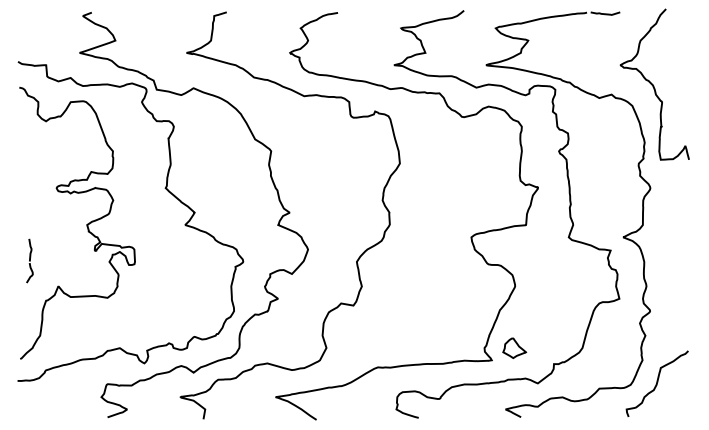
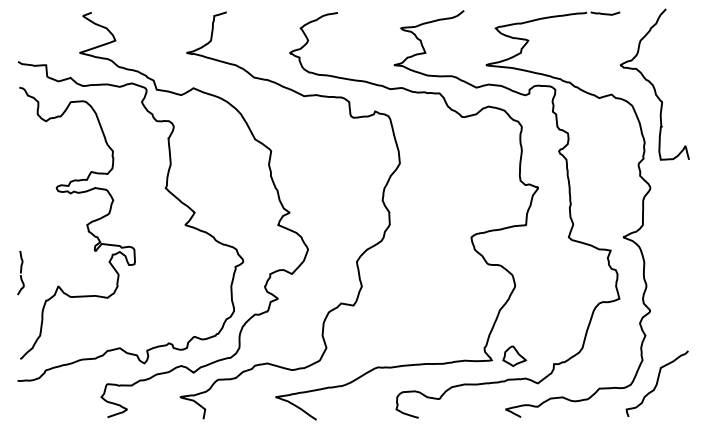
part at (29, 260) position: (29, 260) -> (20, 272)
part at (514, 347) position: (514, 347) -> (514, 355)
